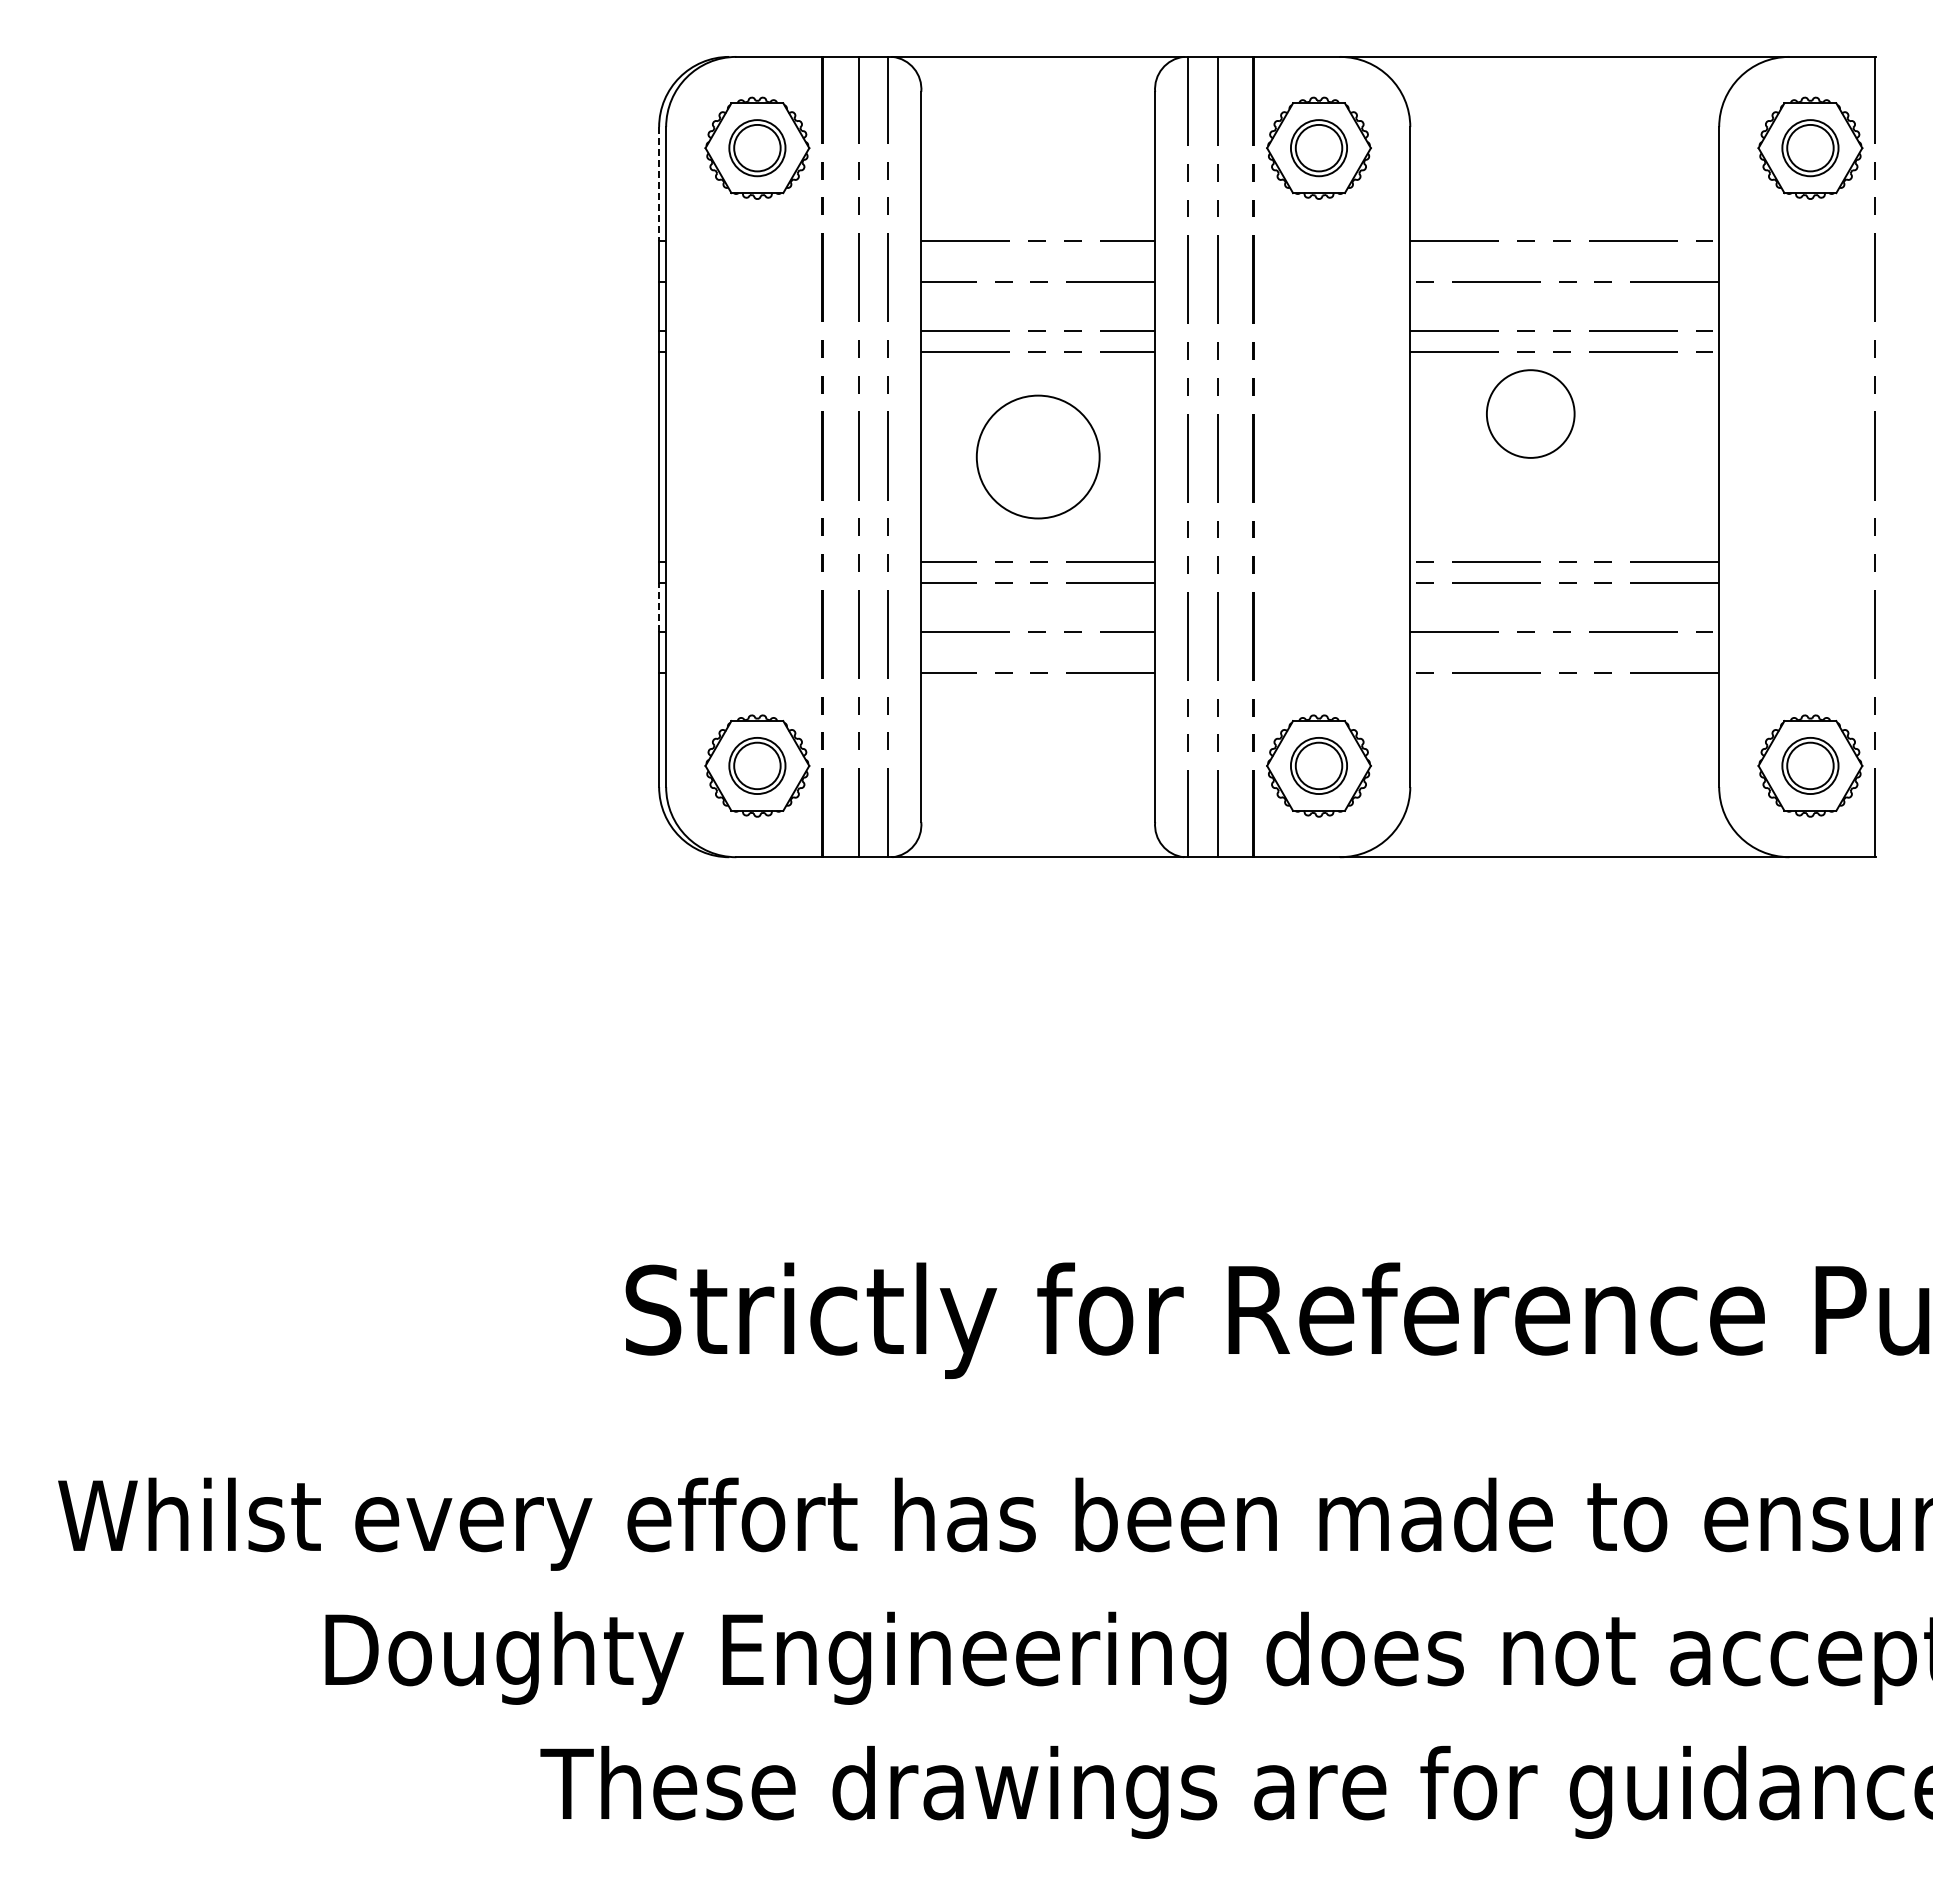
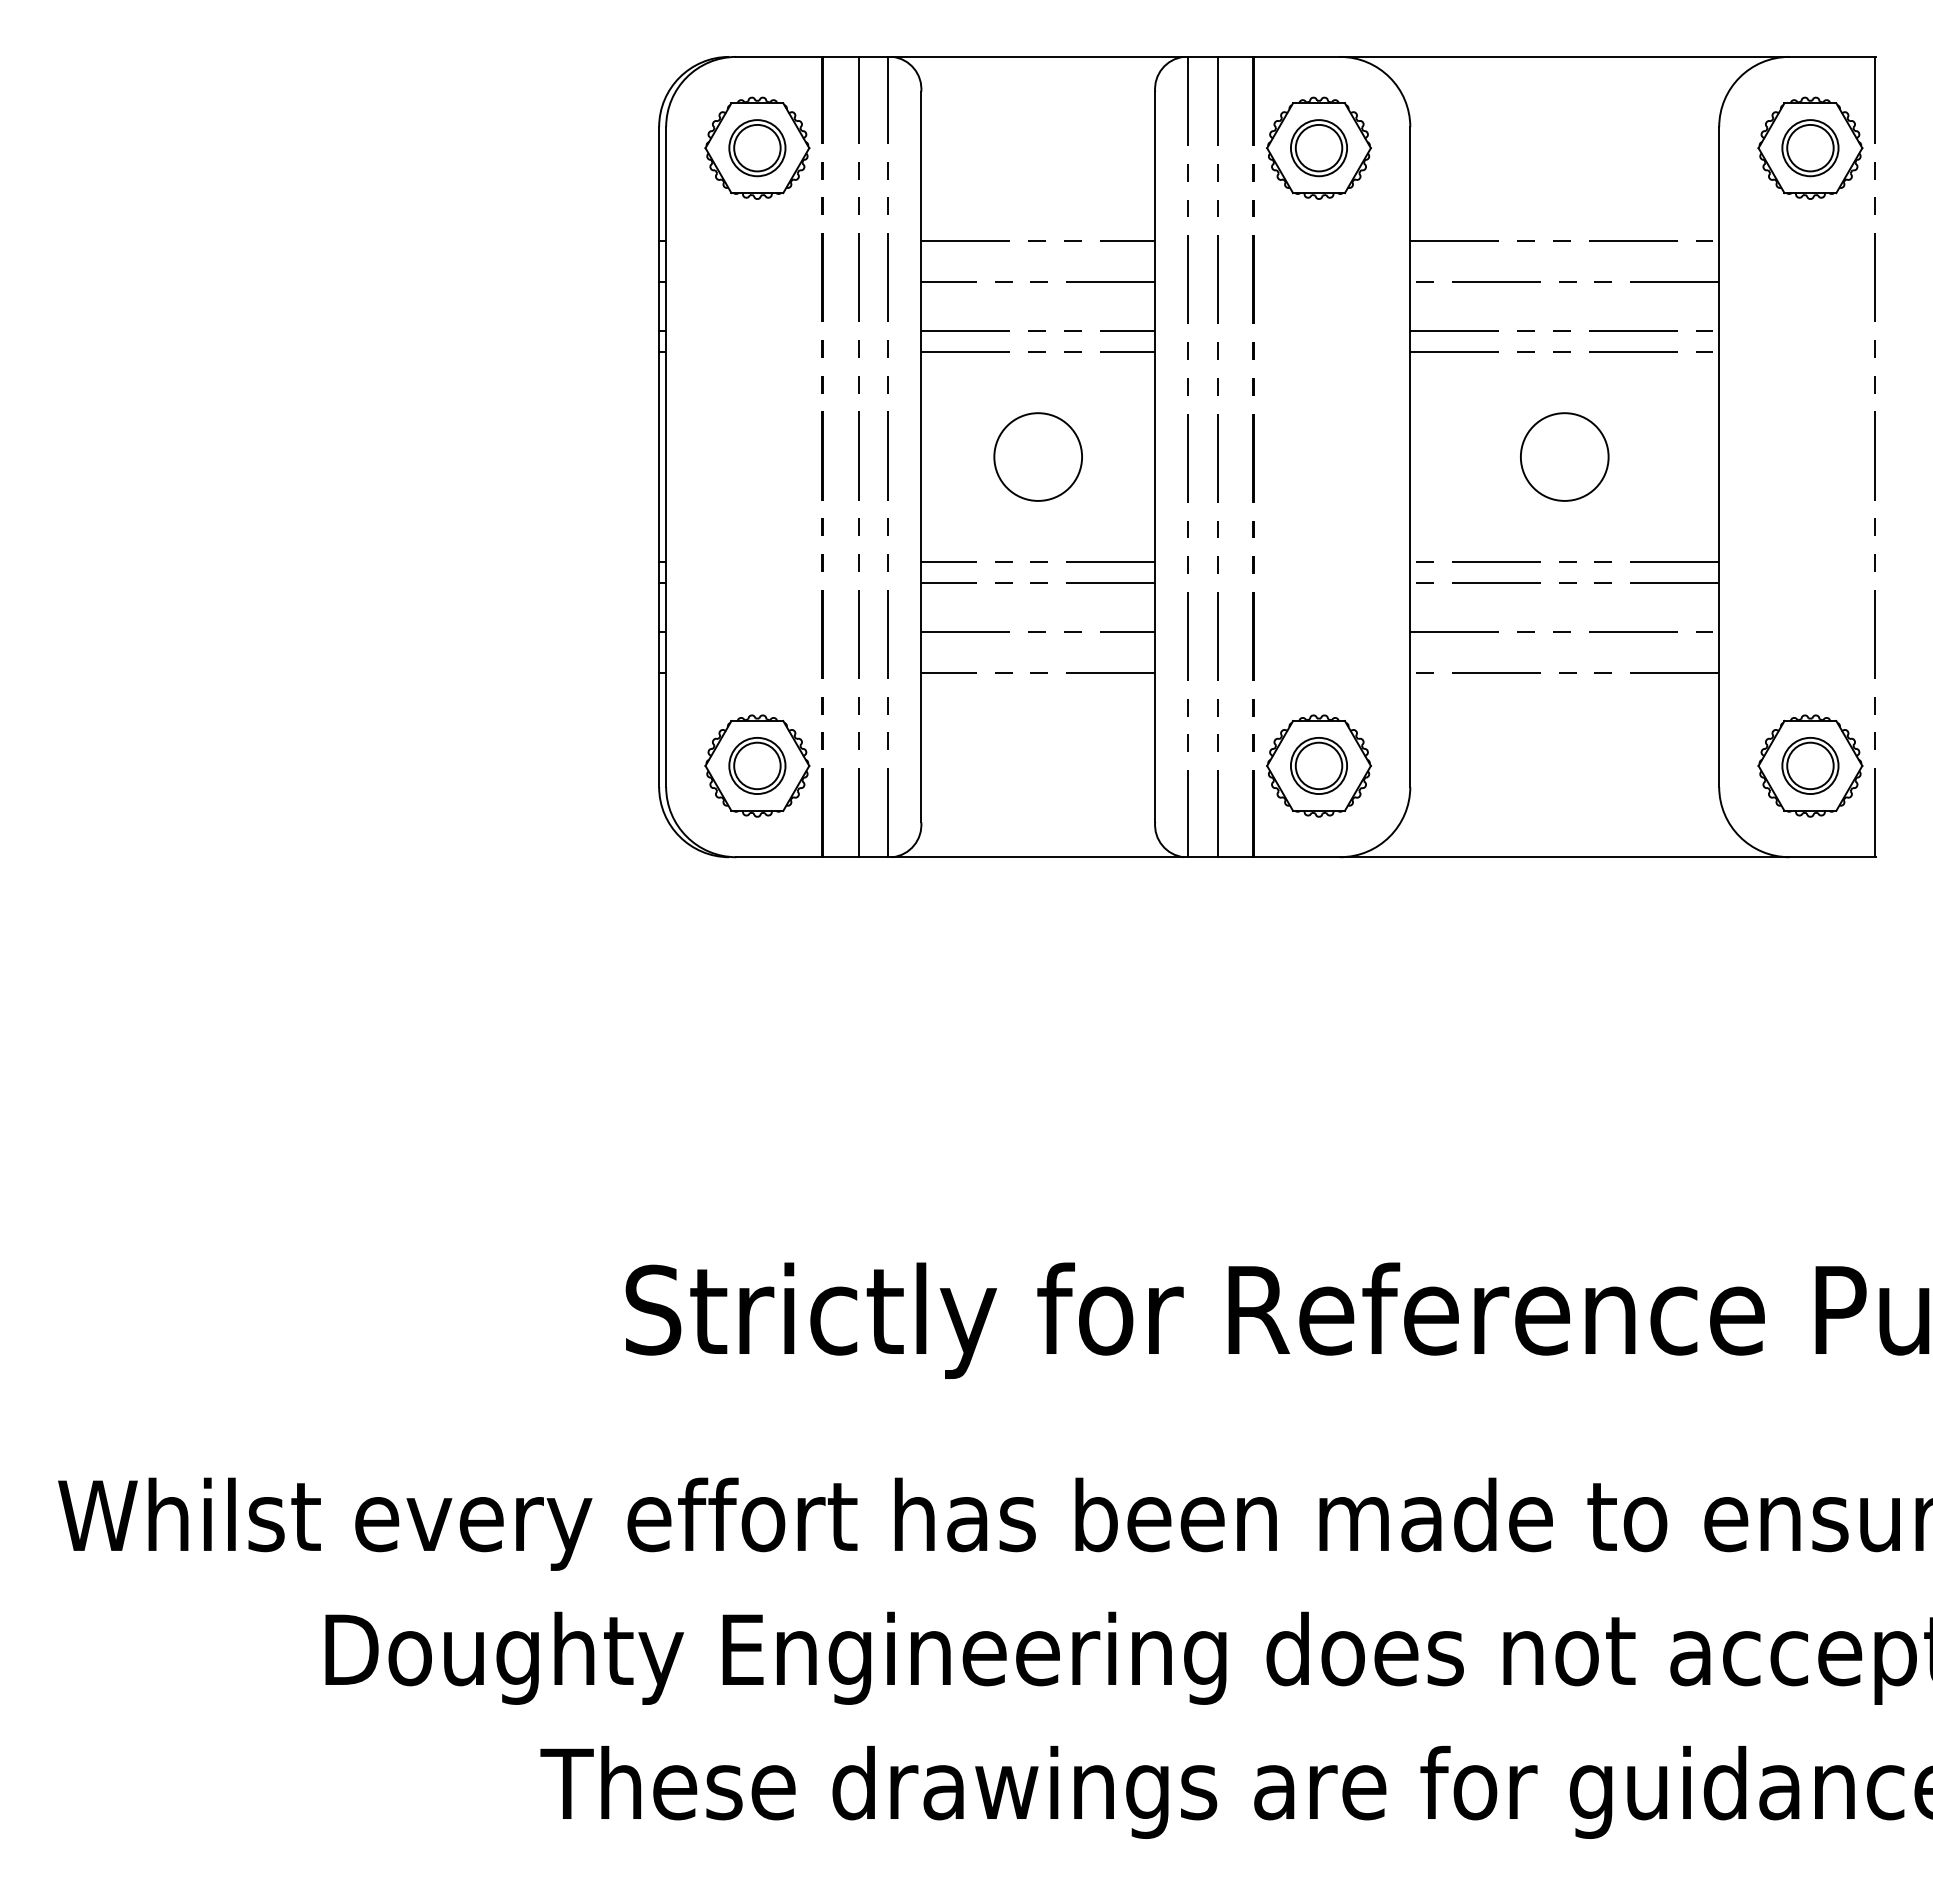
line at (659, 183): dashed -> solid
circle at (1530, 413) position: (1530, 413) -> (1564, 456)
circle at (1037, 456) diameter: 123 px -> 88 px
line at (659, 607): dashed -> solid
